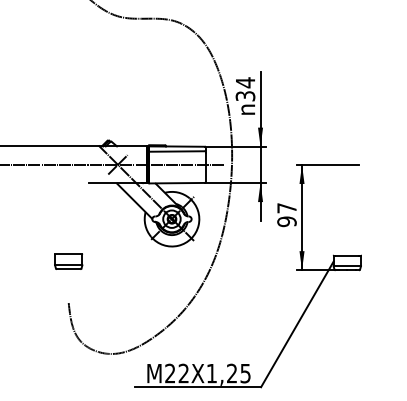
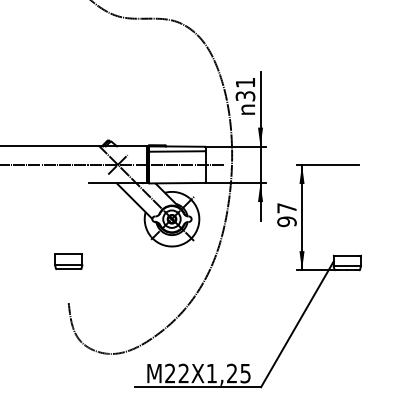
text at (245, 82): 34 -> 31
